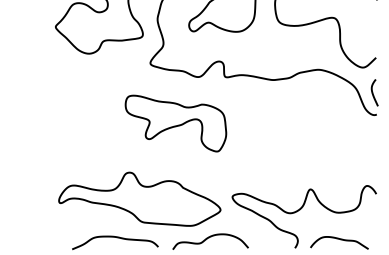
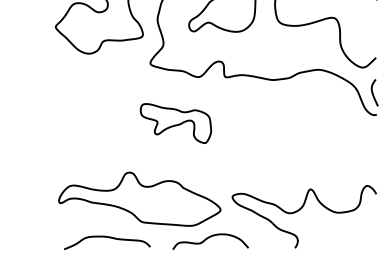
part at (175, 123) size: 104x59 px -> 74x41 px
curve at (117, 238) position: (117, 238) -> (109, 238)
curve at (340, 240): present -> none
